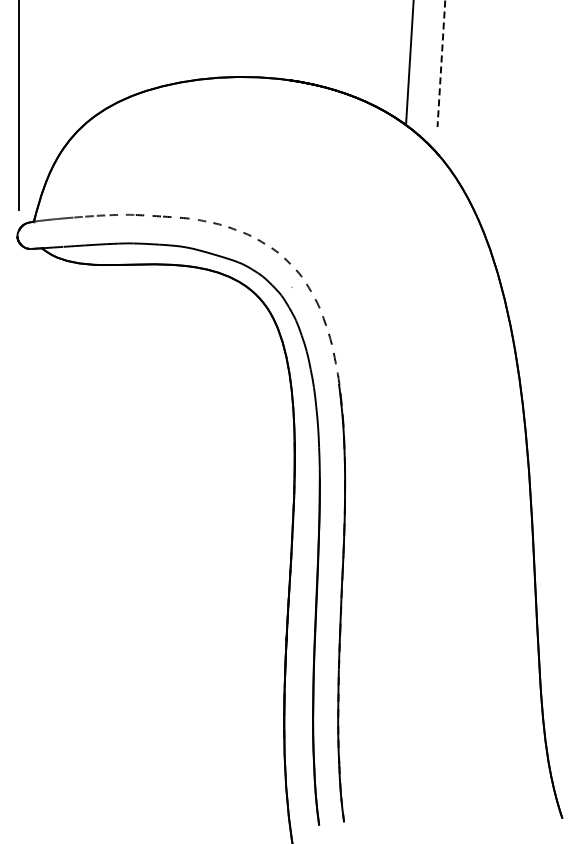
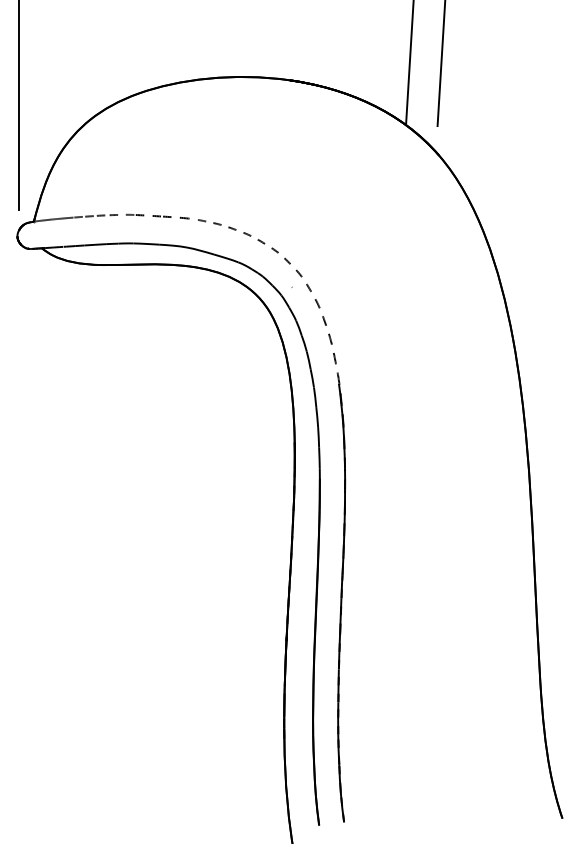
line at (441, 64): dashed -> solid
